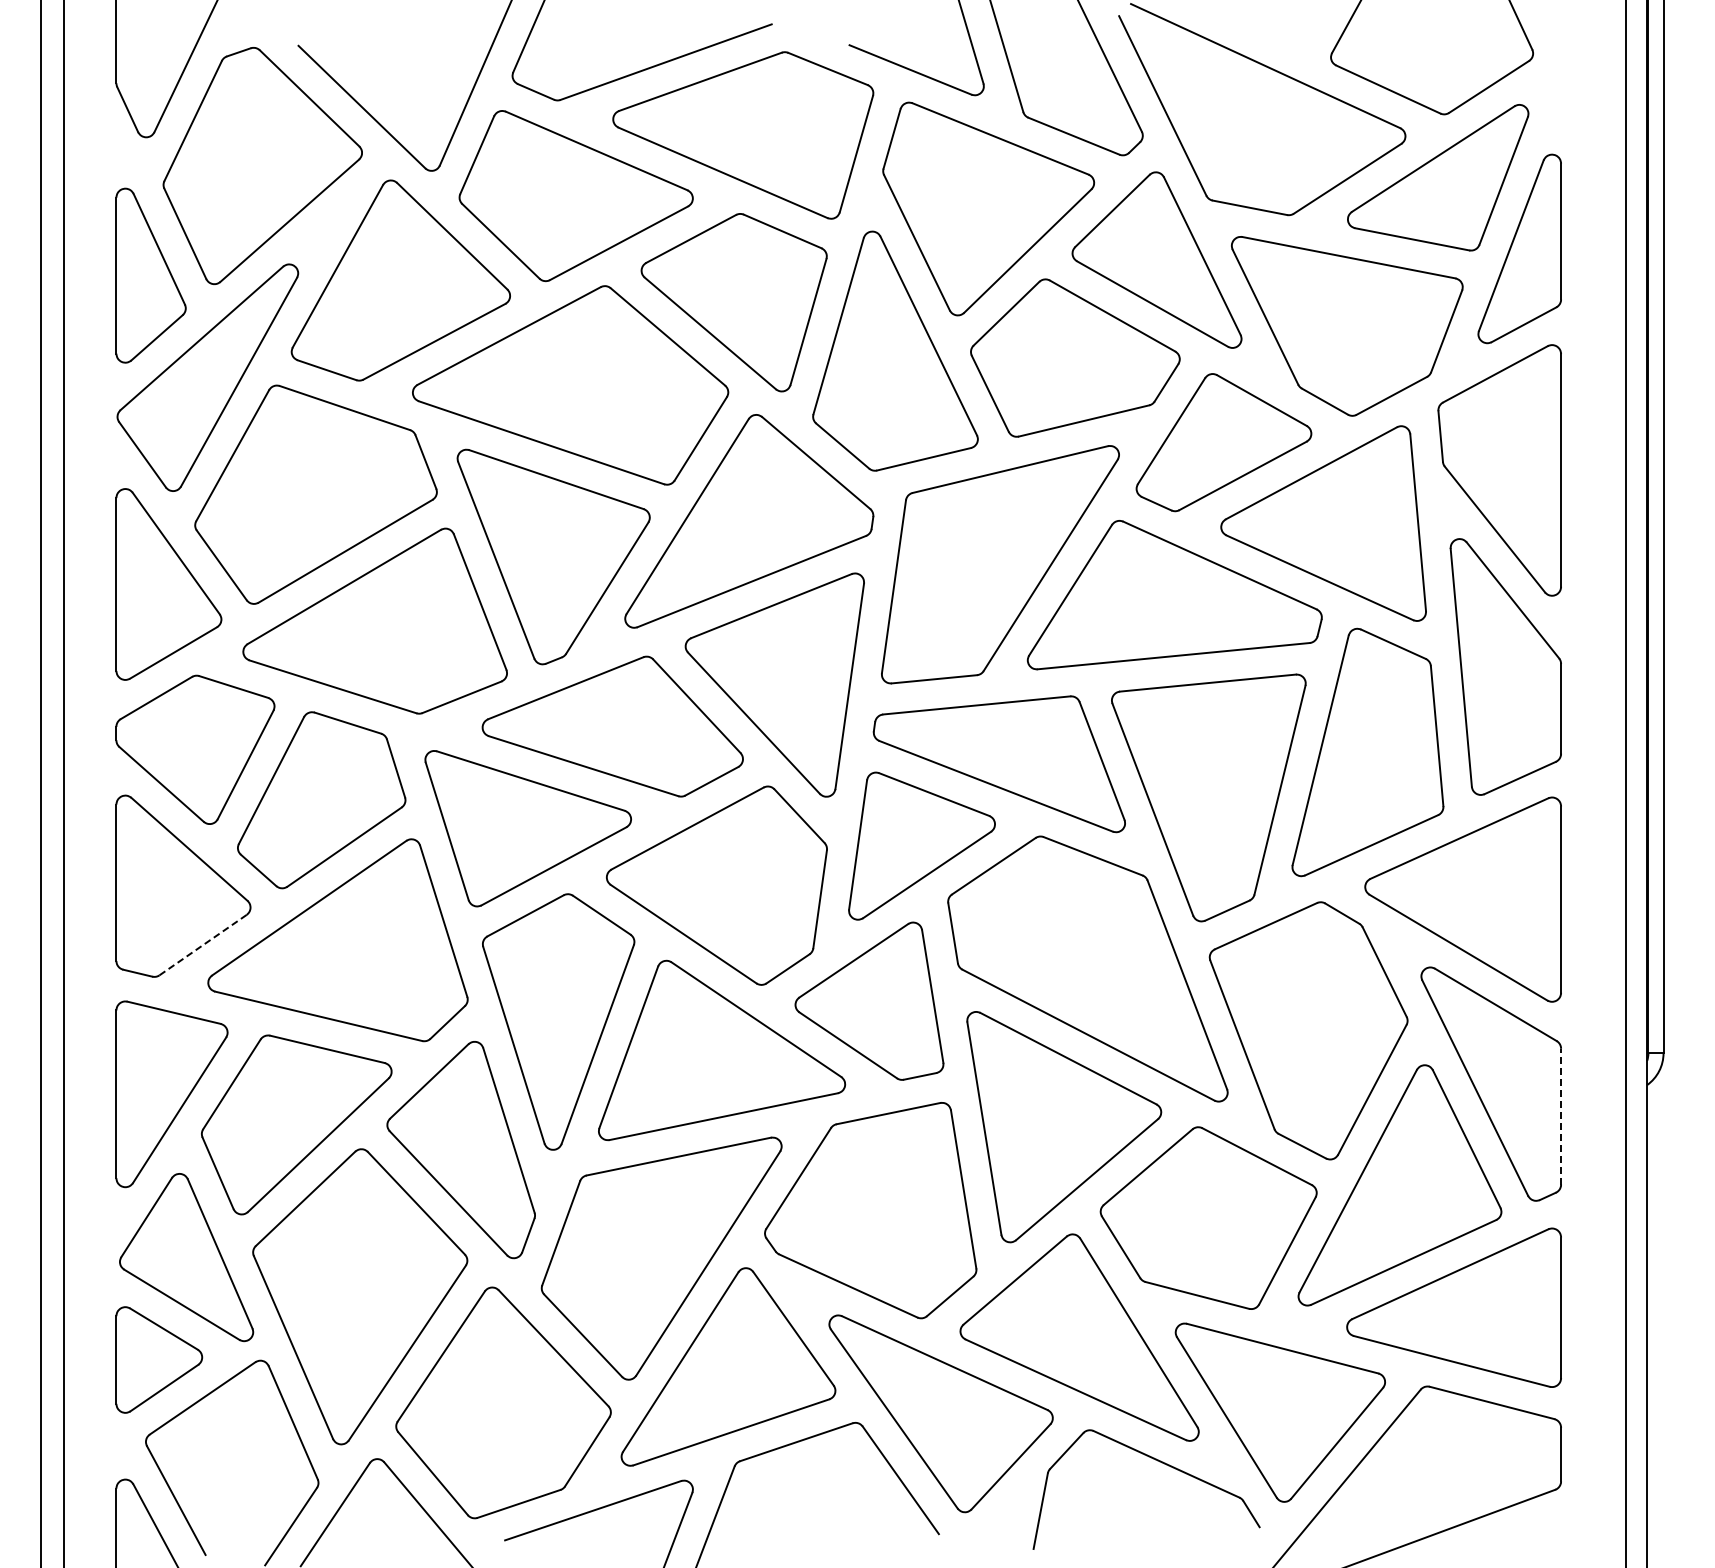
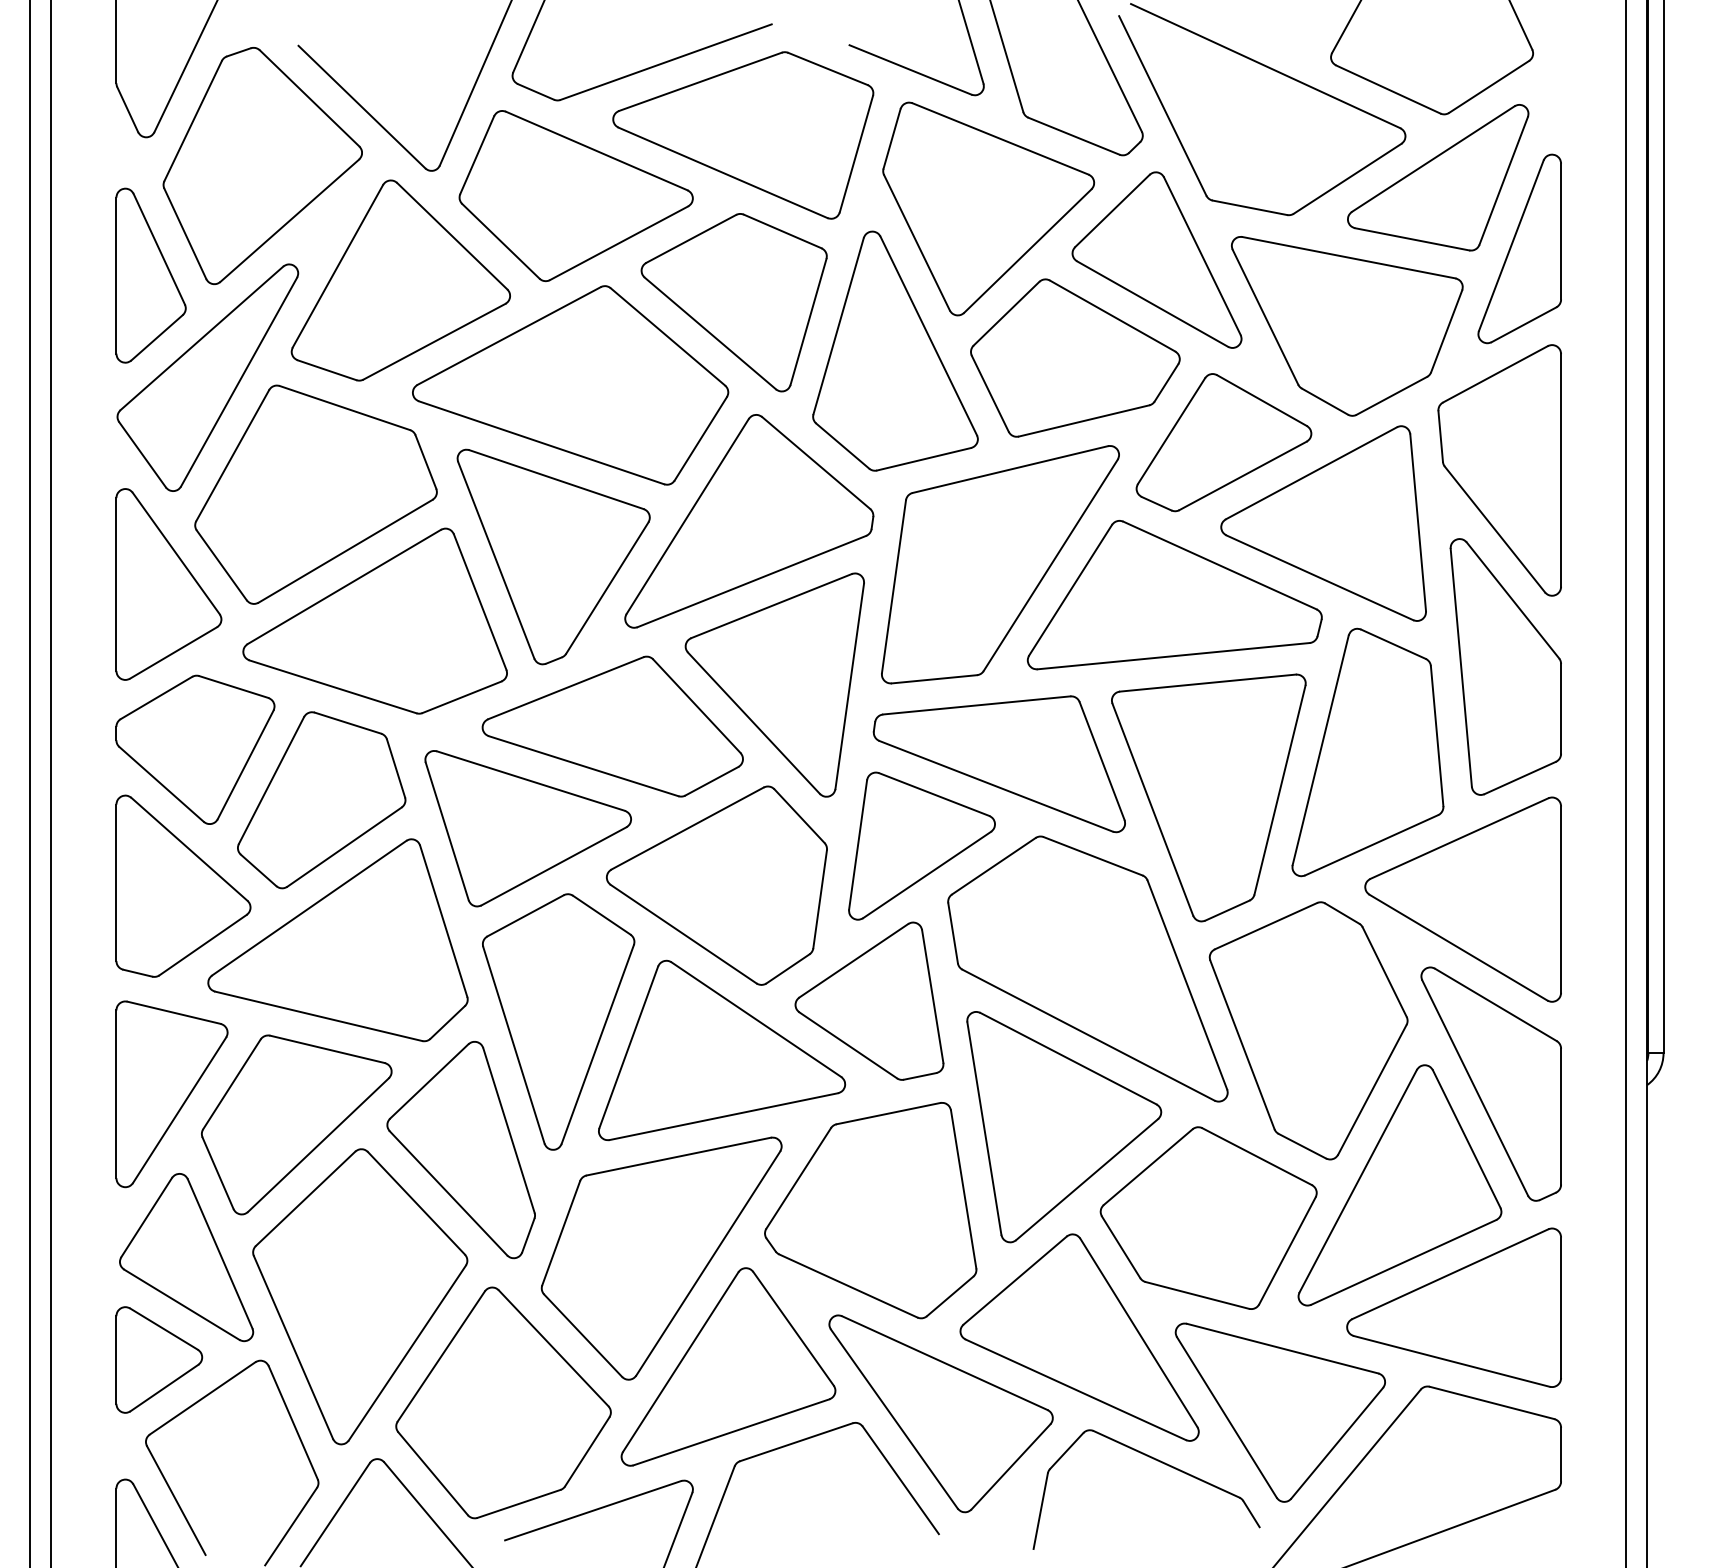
line at (41, 783) position: (41, 783) -> (30, 783)
line at (64, 783) position: (64, 783) -> (51, 783)
line at (203, 945): dashed -> solid
line at (1561, 1116): dashed -> solid
